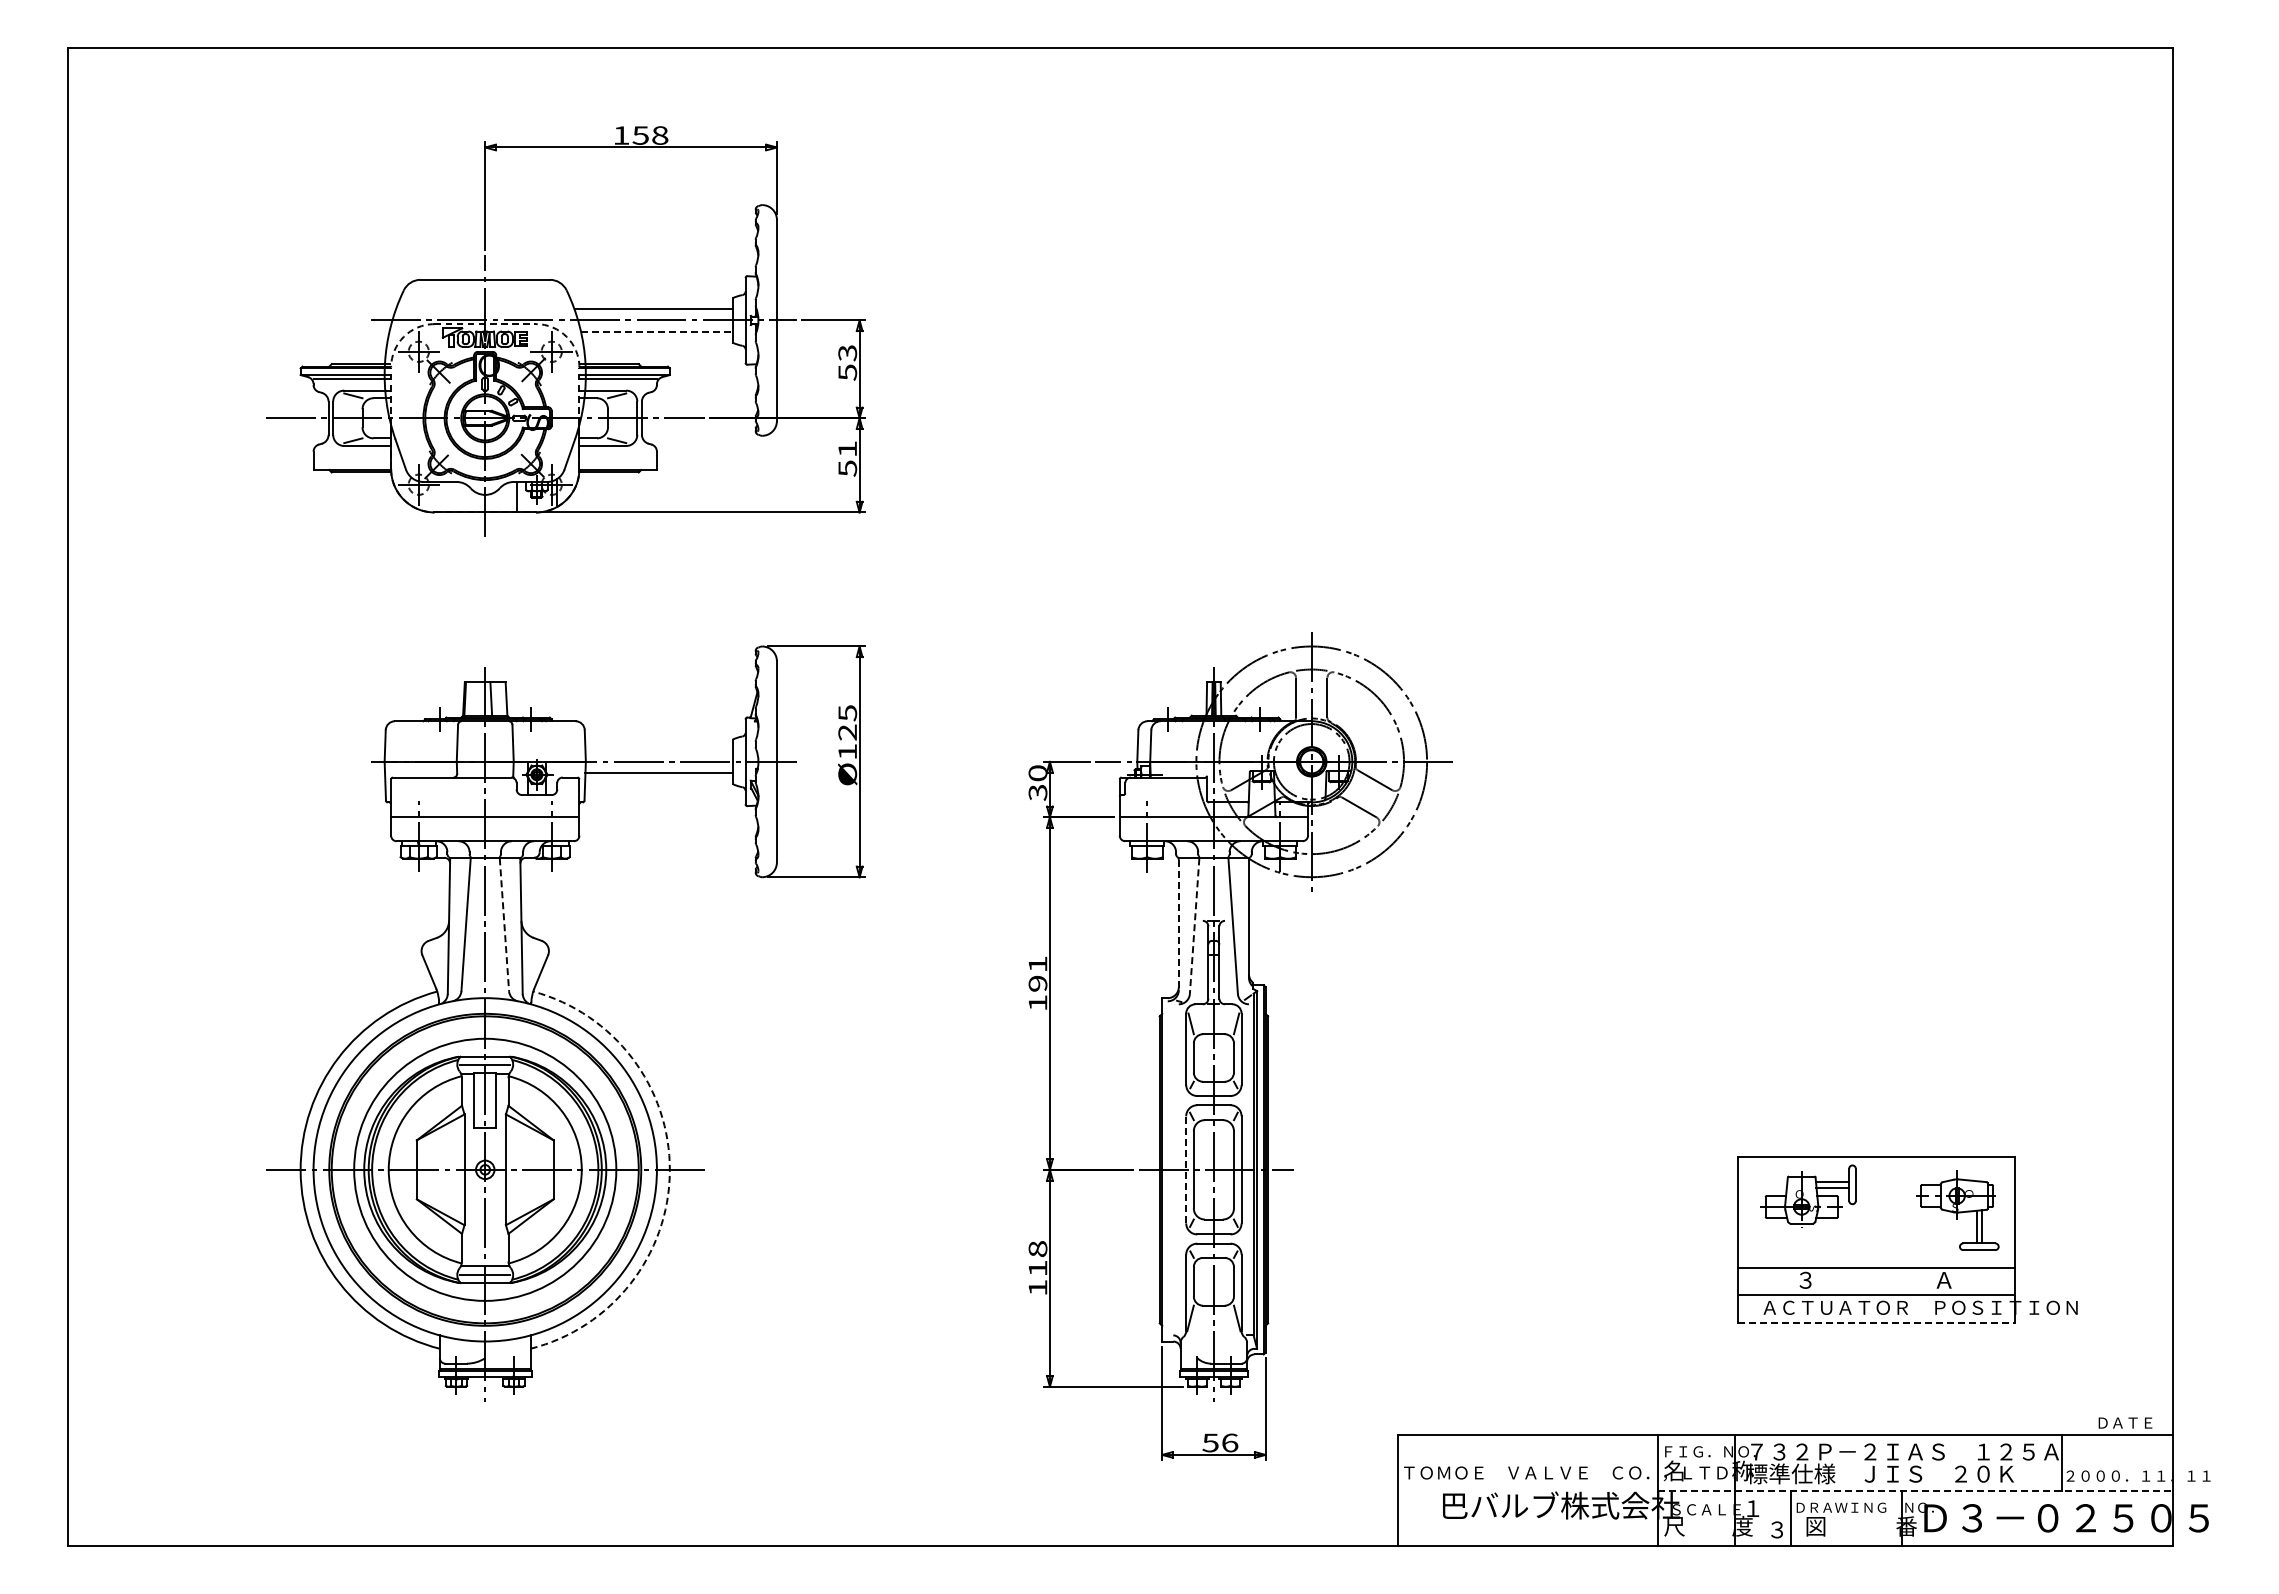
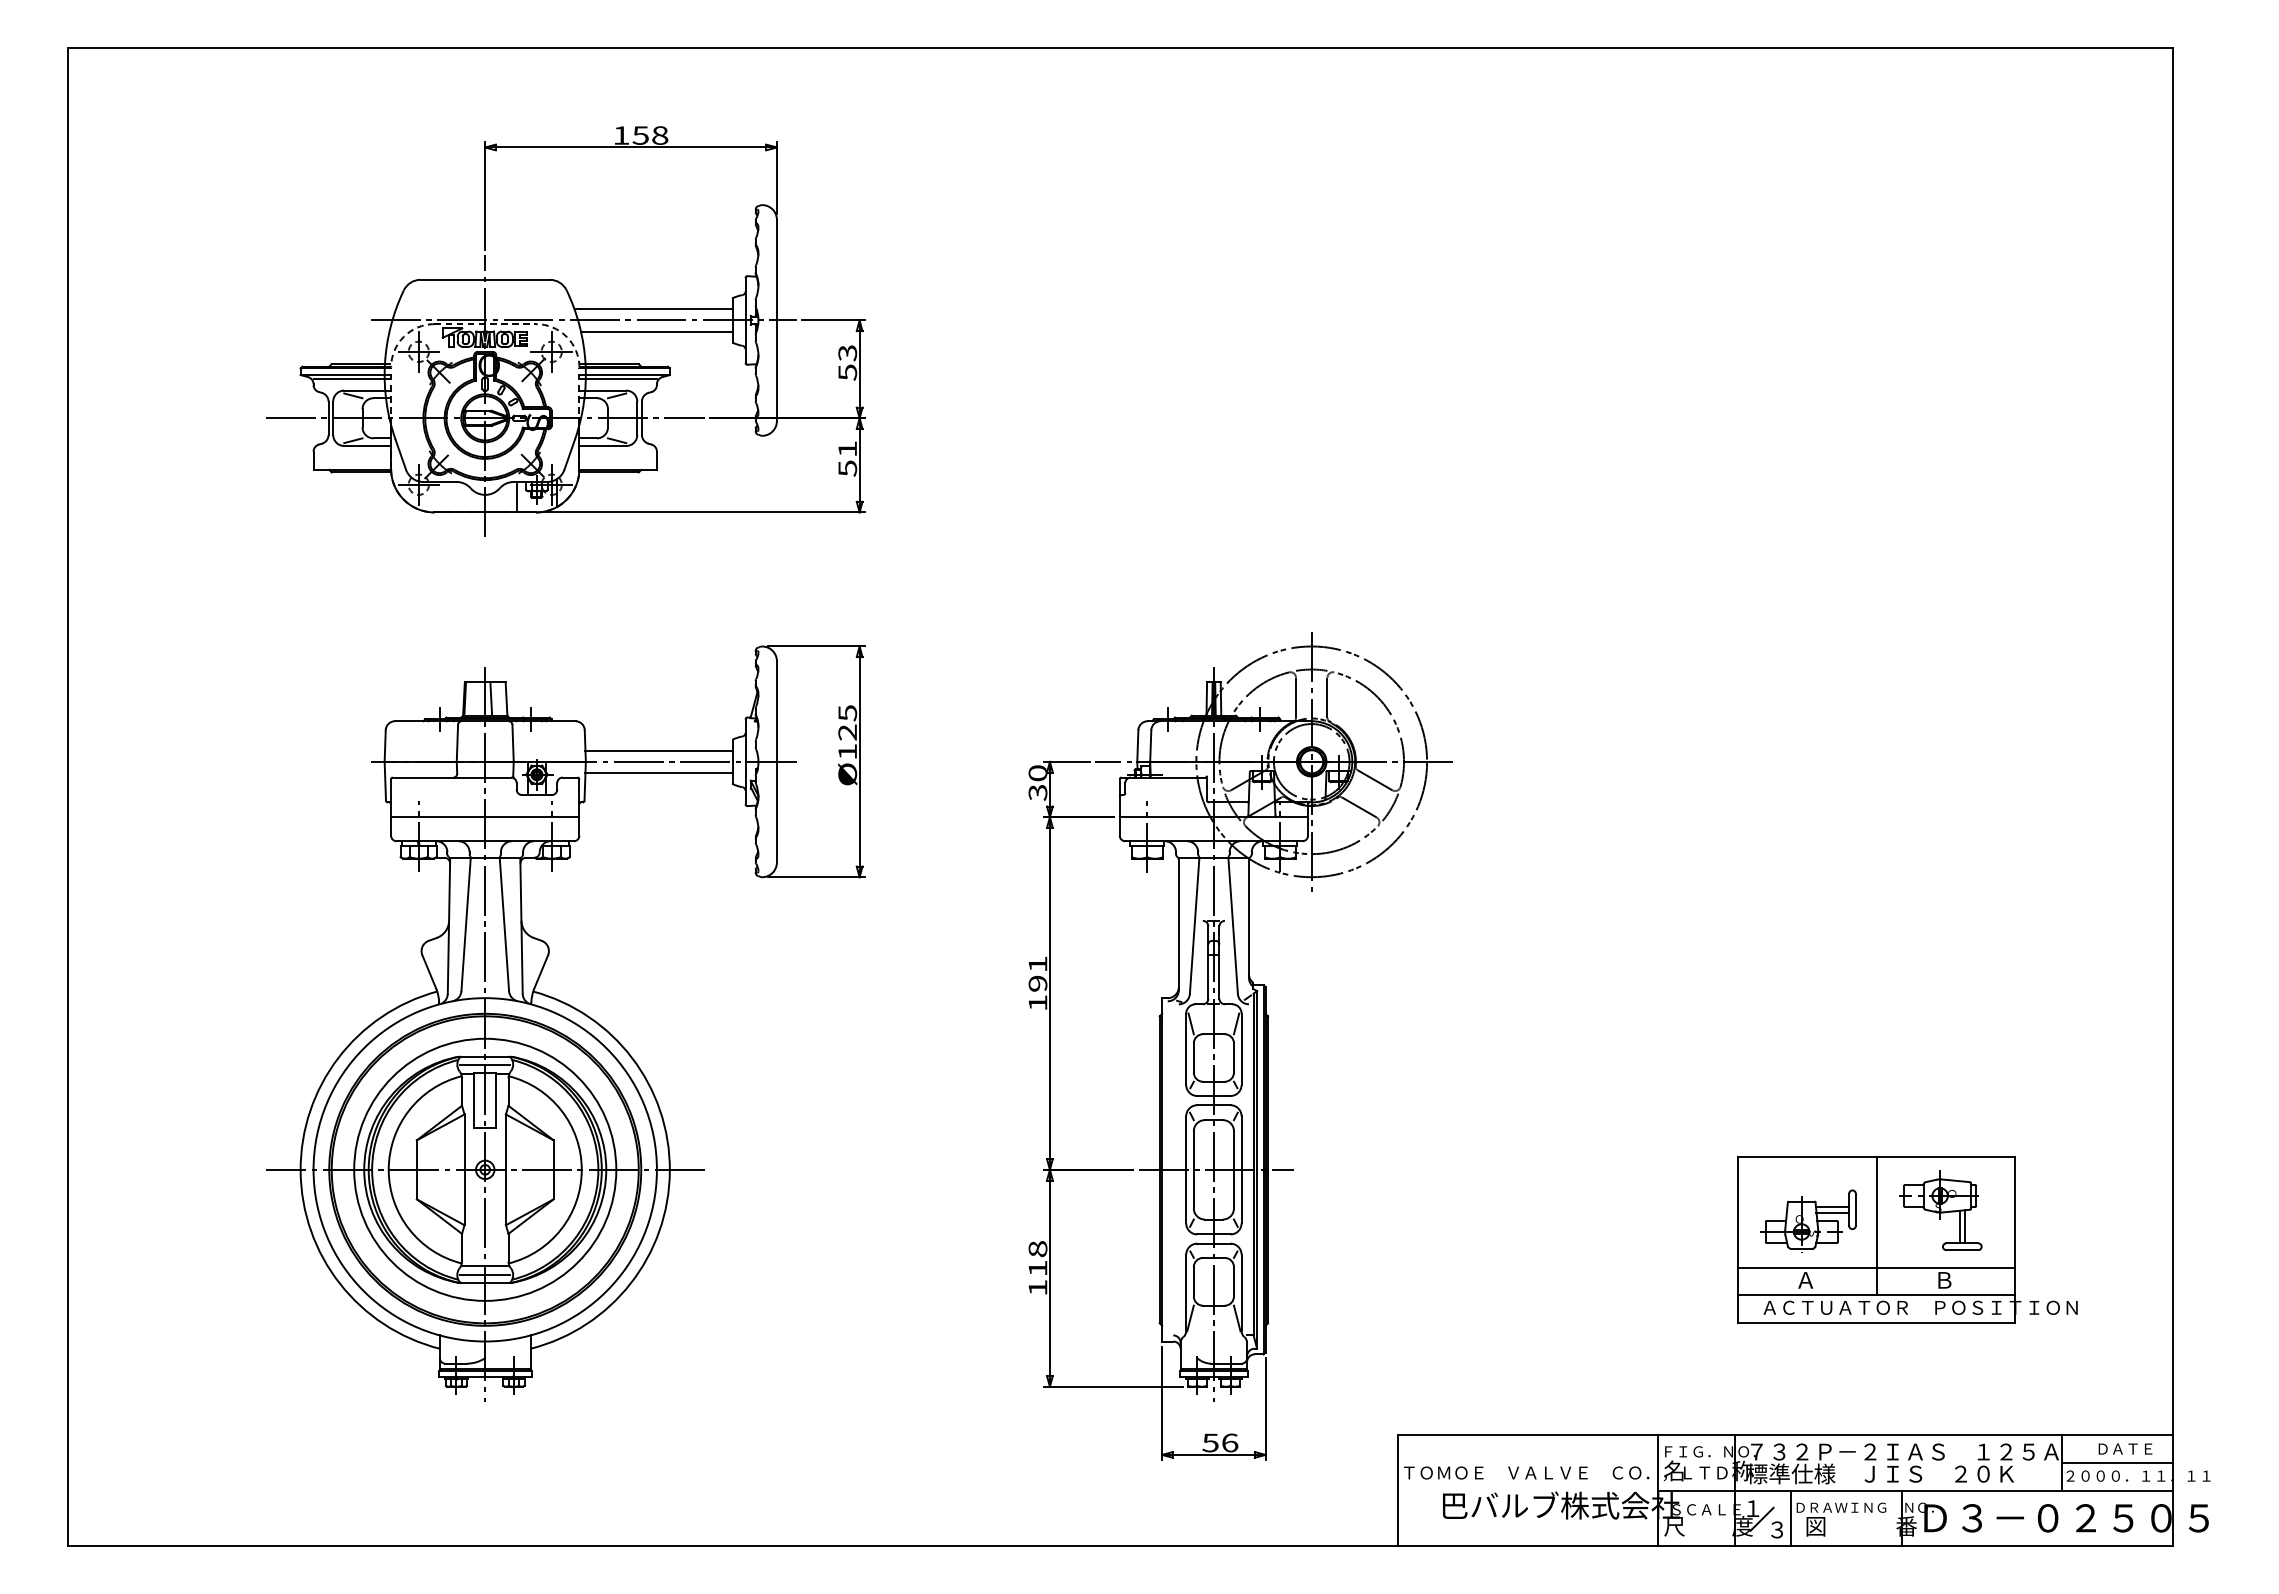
line at (656, 331): dashed -> solid
line at (658, 750): none -> present
line at (504, 924): dashed -> solid
line at (1178, 925): dashed -> solid
line at (1194, 926): dashed -> solid
line at (1186, 1169): dashed -> solid
arc at (669, 1171): dashed -> solid
part at (1808, 1195) position: (1808, 1195) -> (1808, 1220)
part at (1957, 1210) position: (1957, 1210) -> (1940, 1210)
line at (1876, 1225): none -> present
text at (1805, 1279): ３ -> Ａ
text at (1943, 1280): Ａ -> Ｂ
line at (1877, 1322): dashed -> solid
text at (2125, 1422) position: (2125, 1422) -> (2125, 1448)
line at (2117, 1462): none -> present
line at (1915, 1490): dashed -> solid
line at (1761, 1518): none -> present
